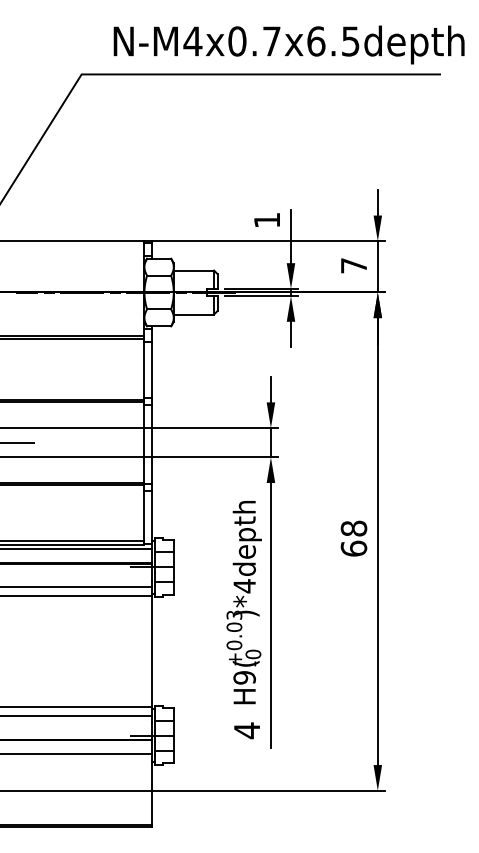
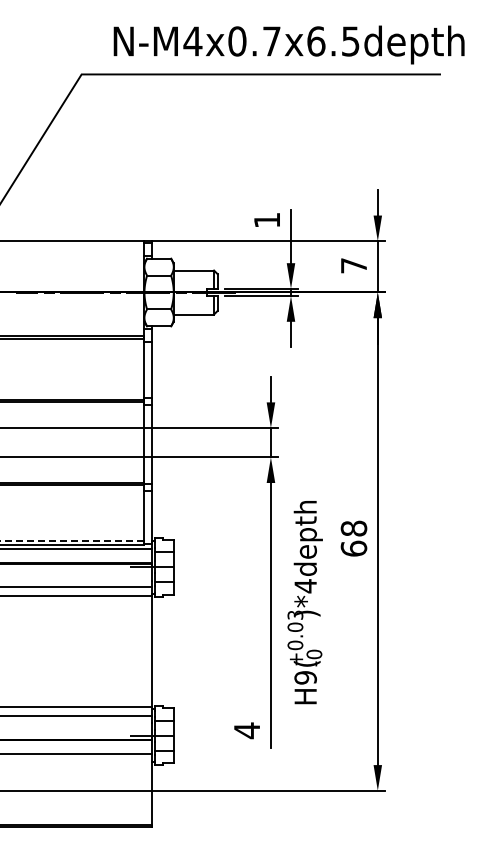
line at (18, 442): present -> none
line at (72, 540): solid -> dashed
text at (243, 602) position: (243, 602) -> (304, 602)
